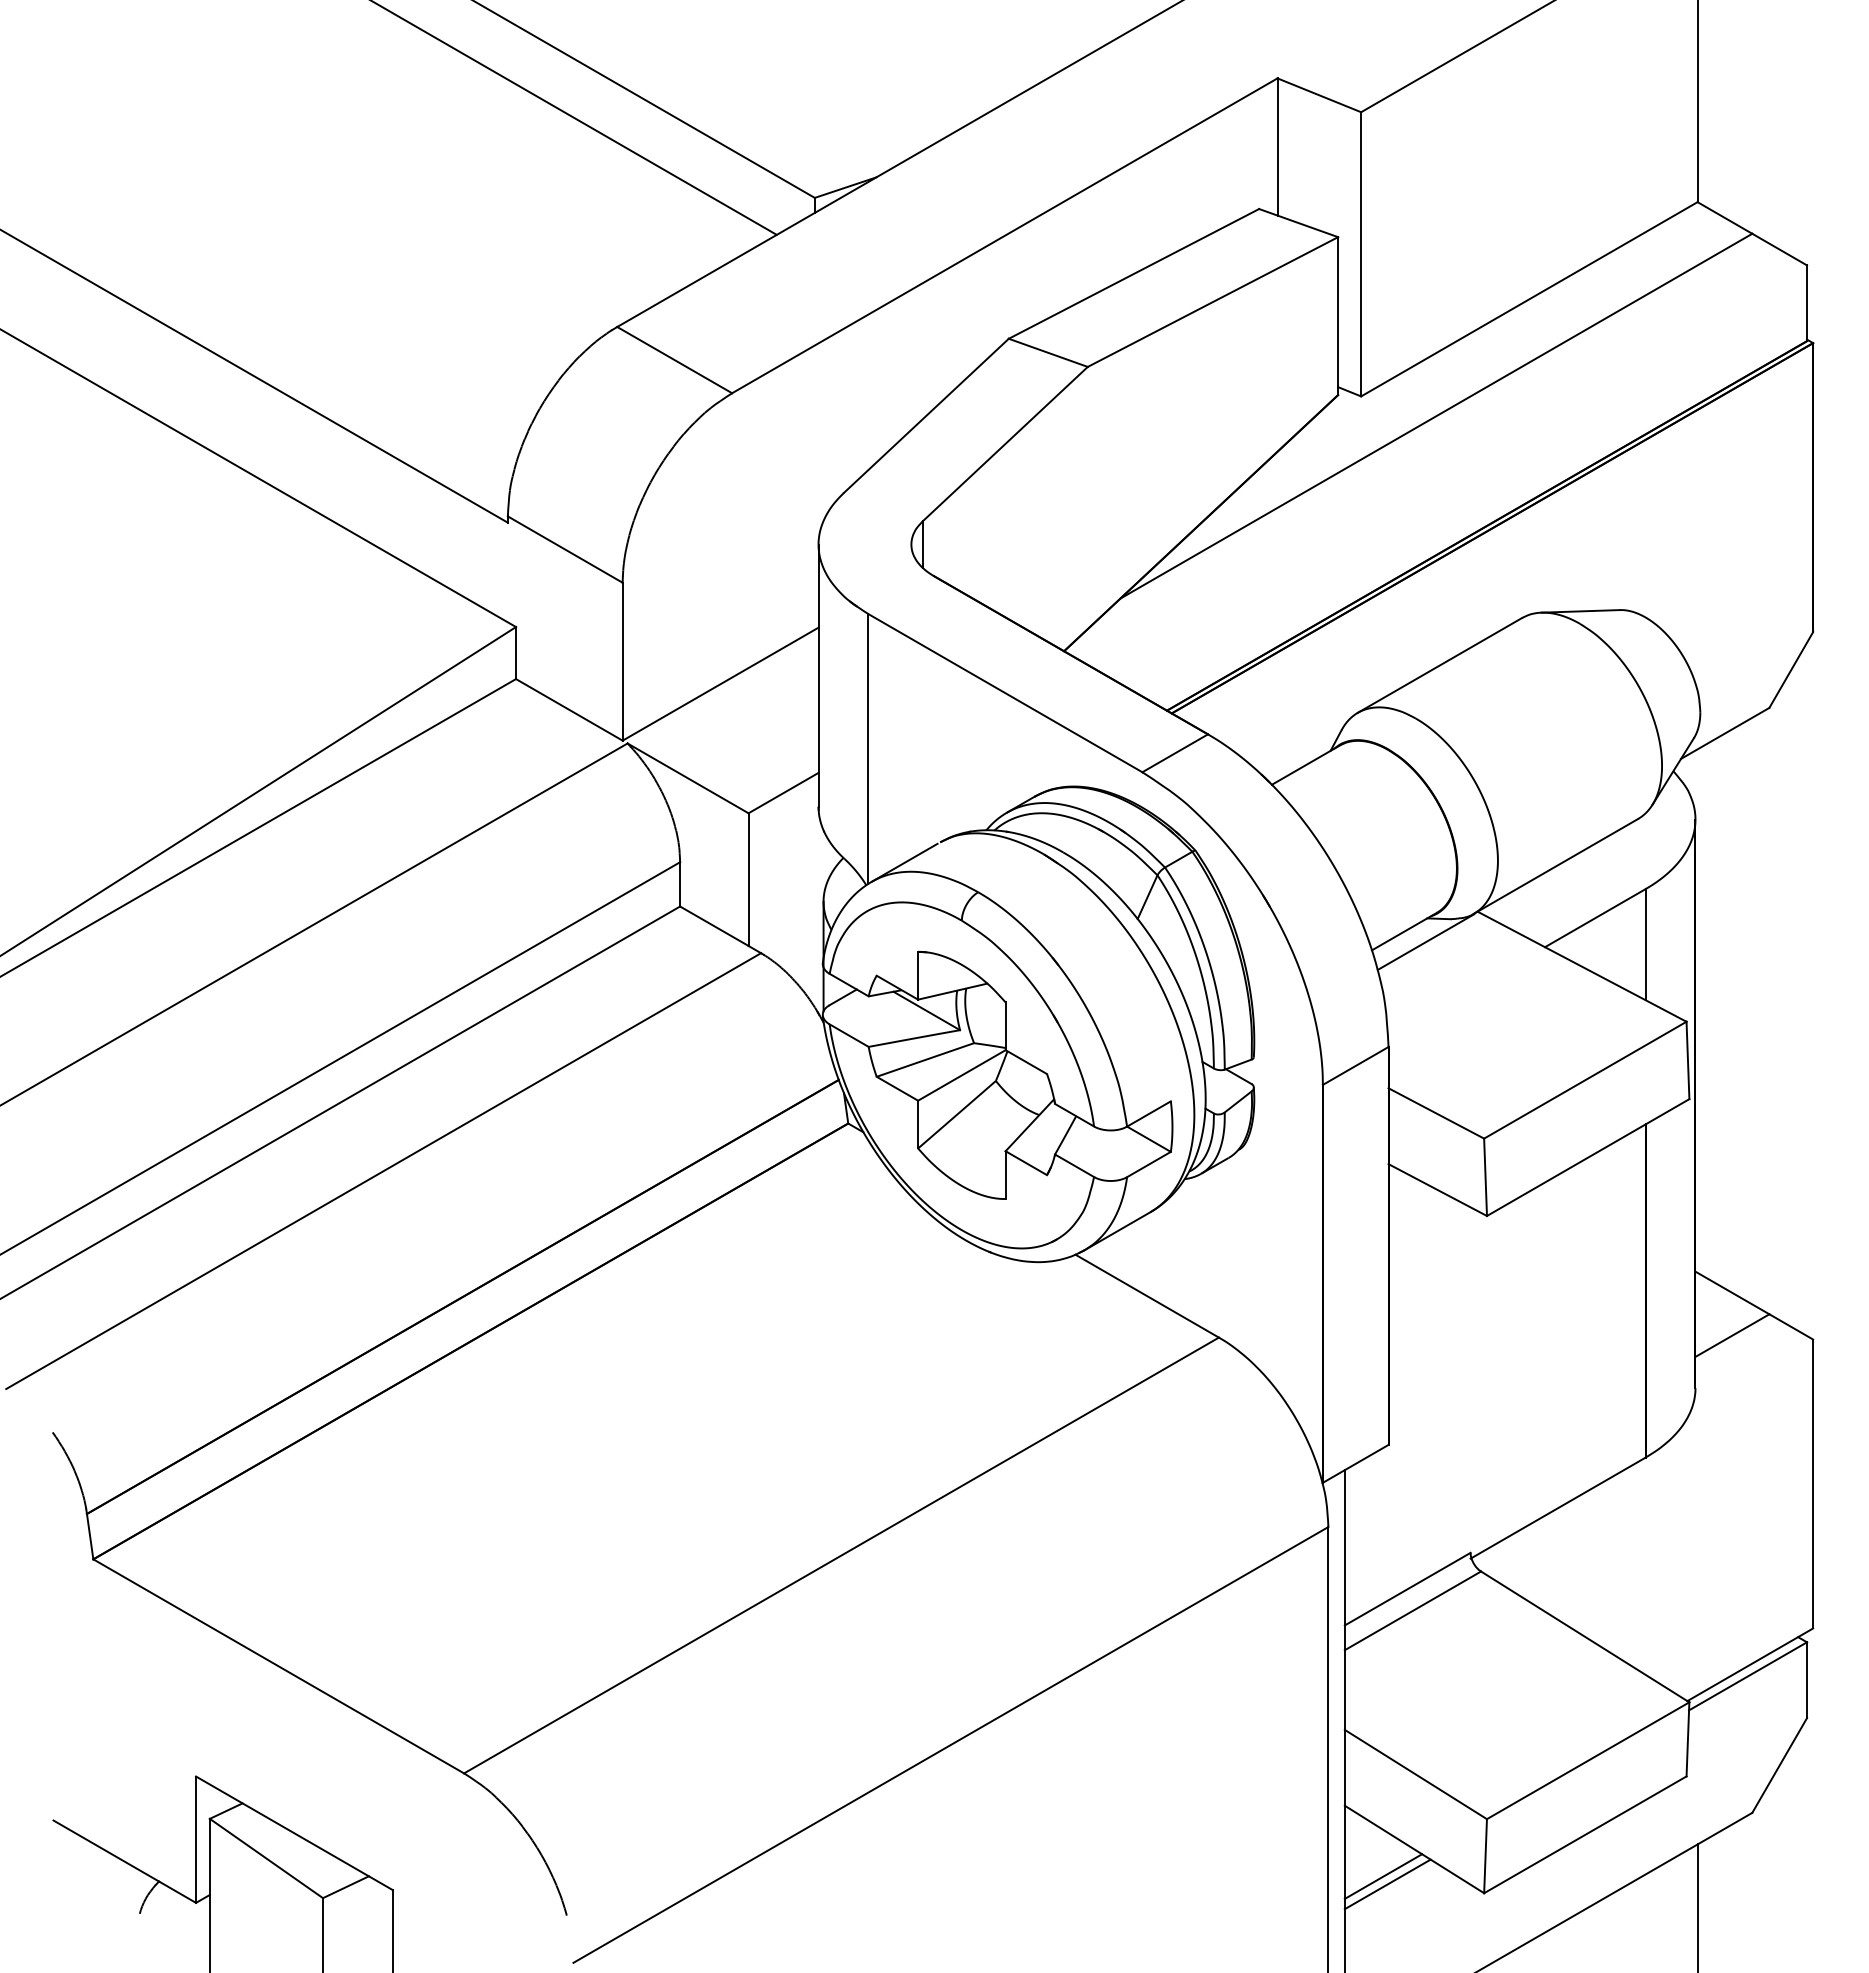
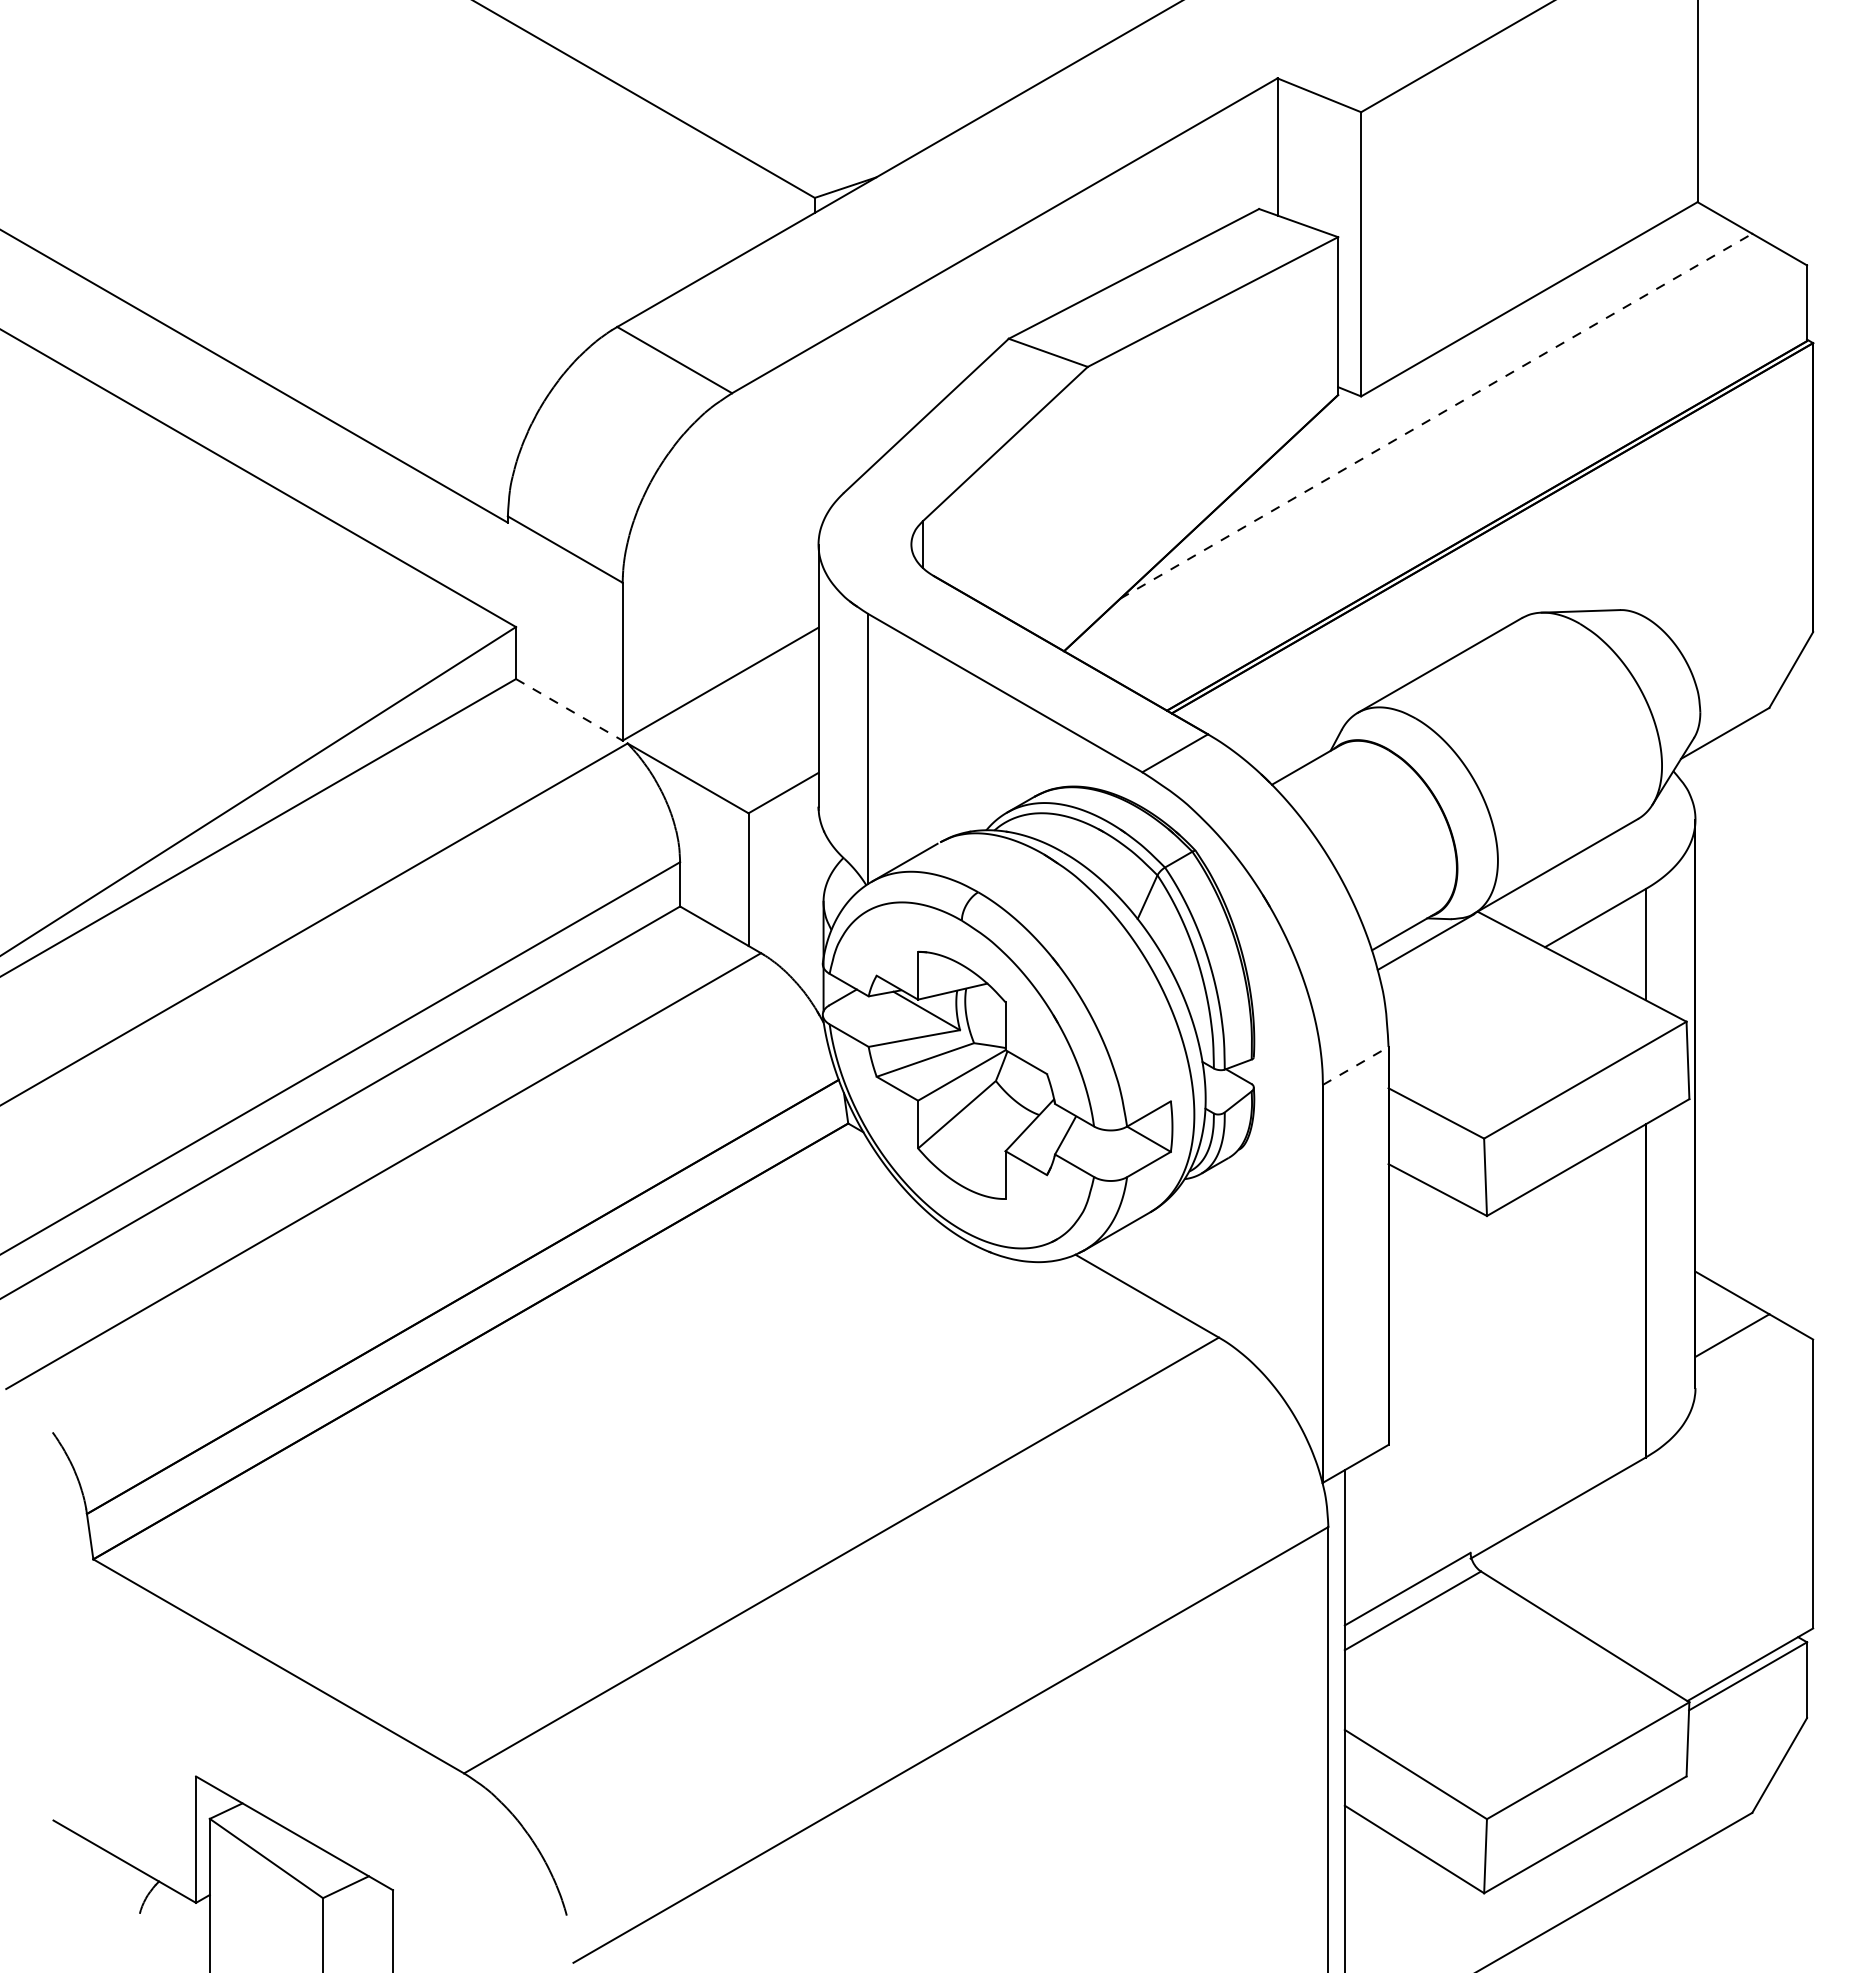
line at (574, 118): present -> none
line at (1436, 416): solid -> dashed
line at (569, 709): solid -> dashed
line at (1355, 1065): solid -> dashed
line at (1383, 1876): present -> none
line at (1387, 1884): present -> none
line at (1697, 1906): present -> none
